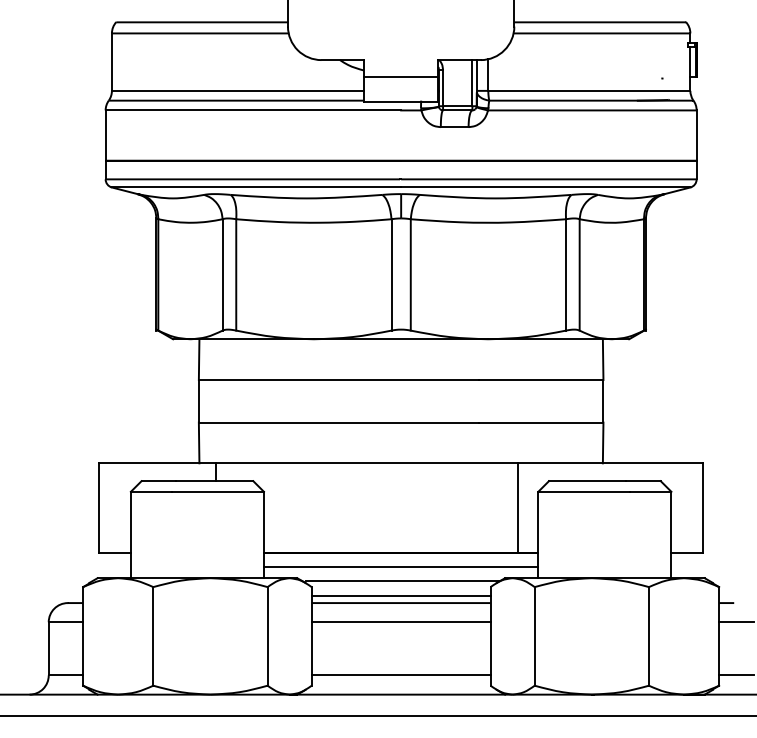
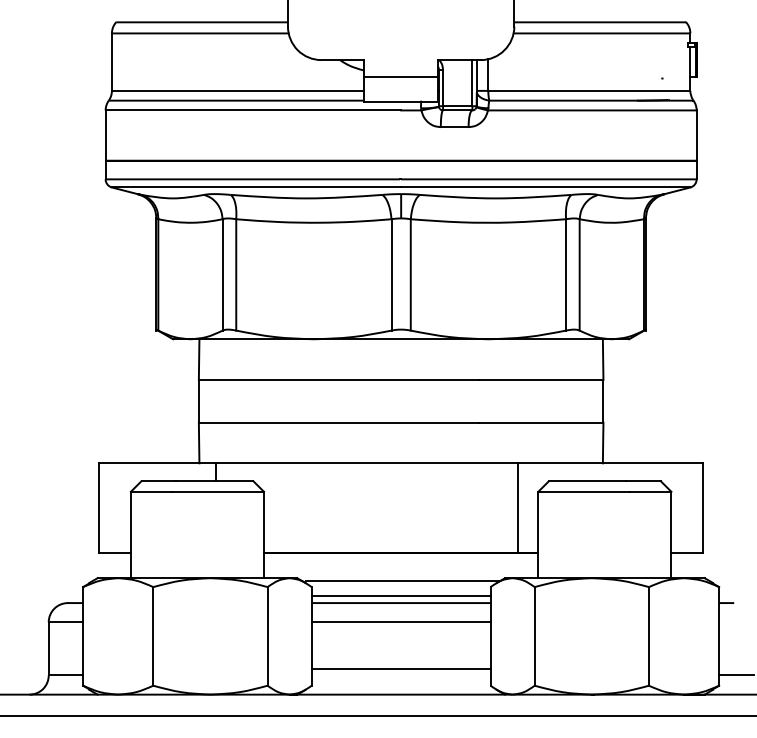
line at (400, 567): present -> none
line at (736, 622): present -> none
line at (400, 675) position: (400, 675) -> (400, 669)
